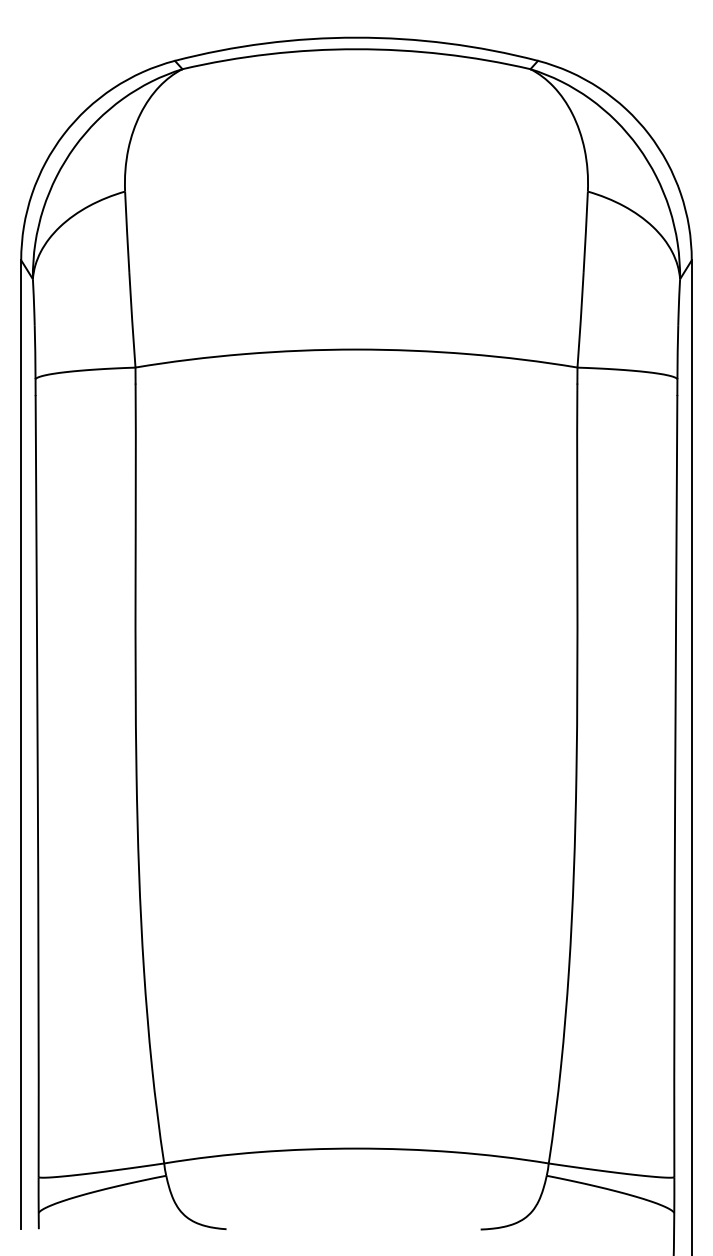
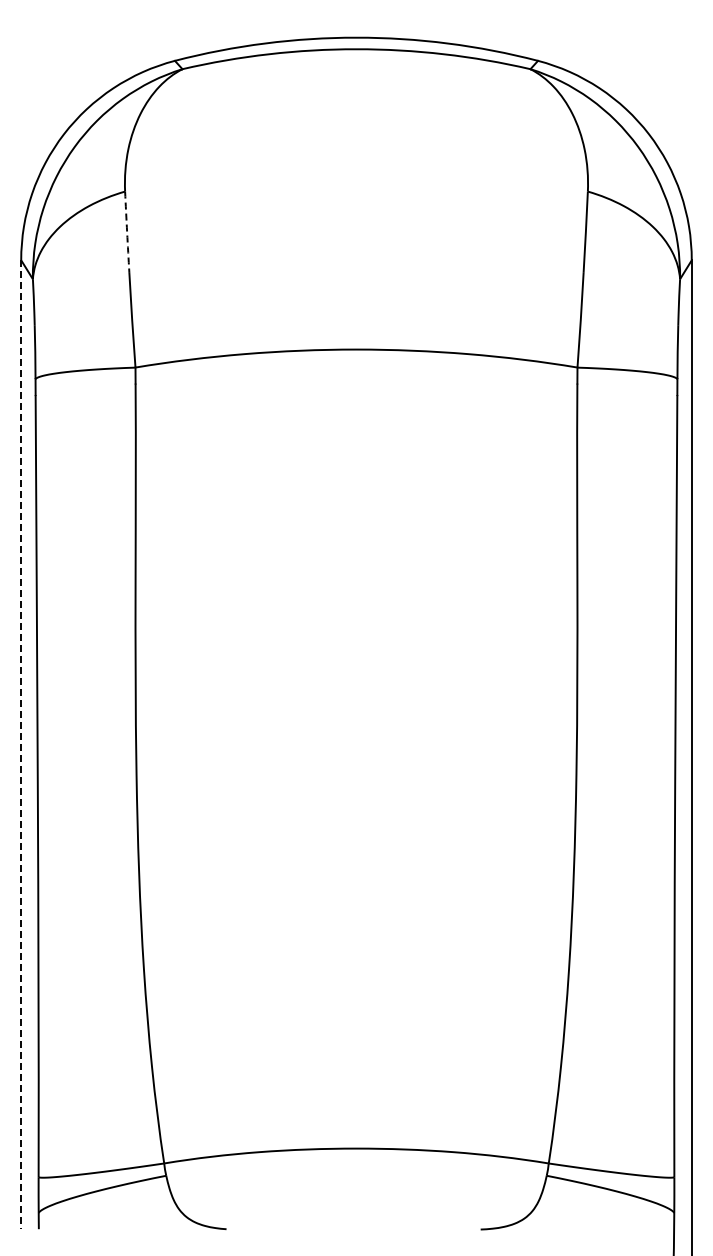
arc at (127, 232): solid -> dashed
line at (21, 745): solid -> dashed
